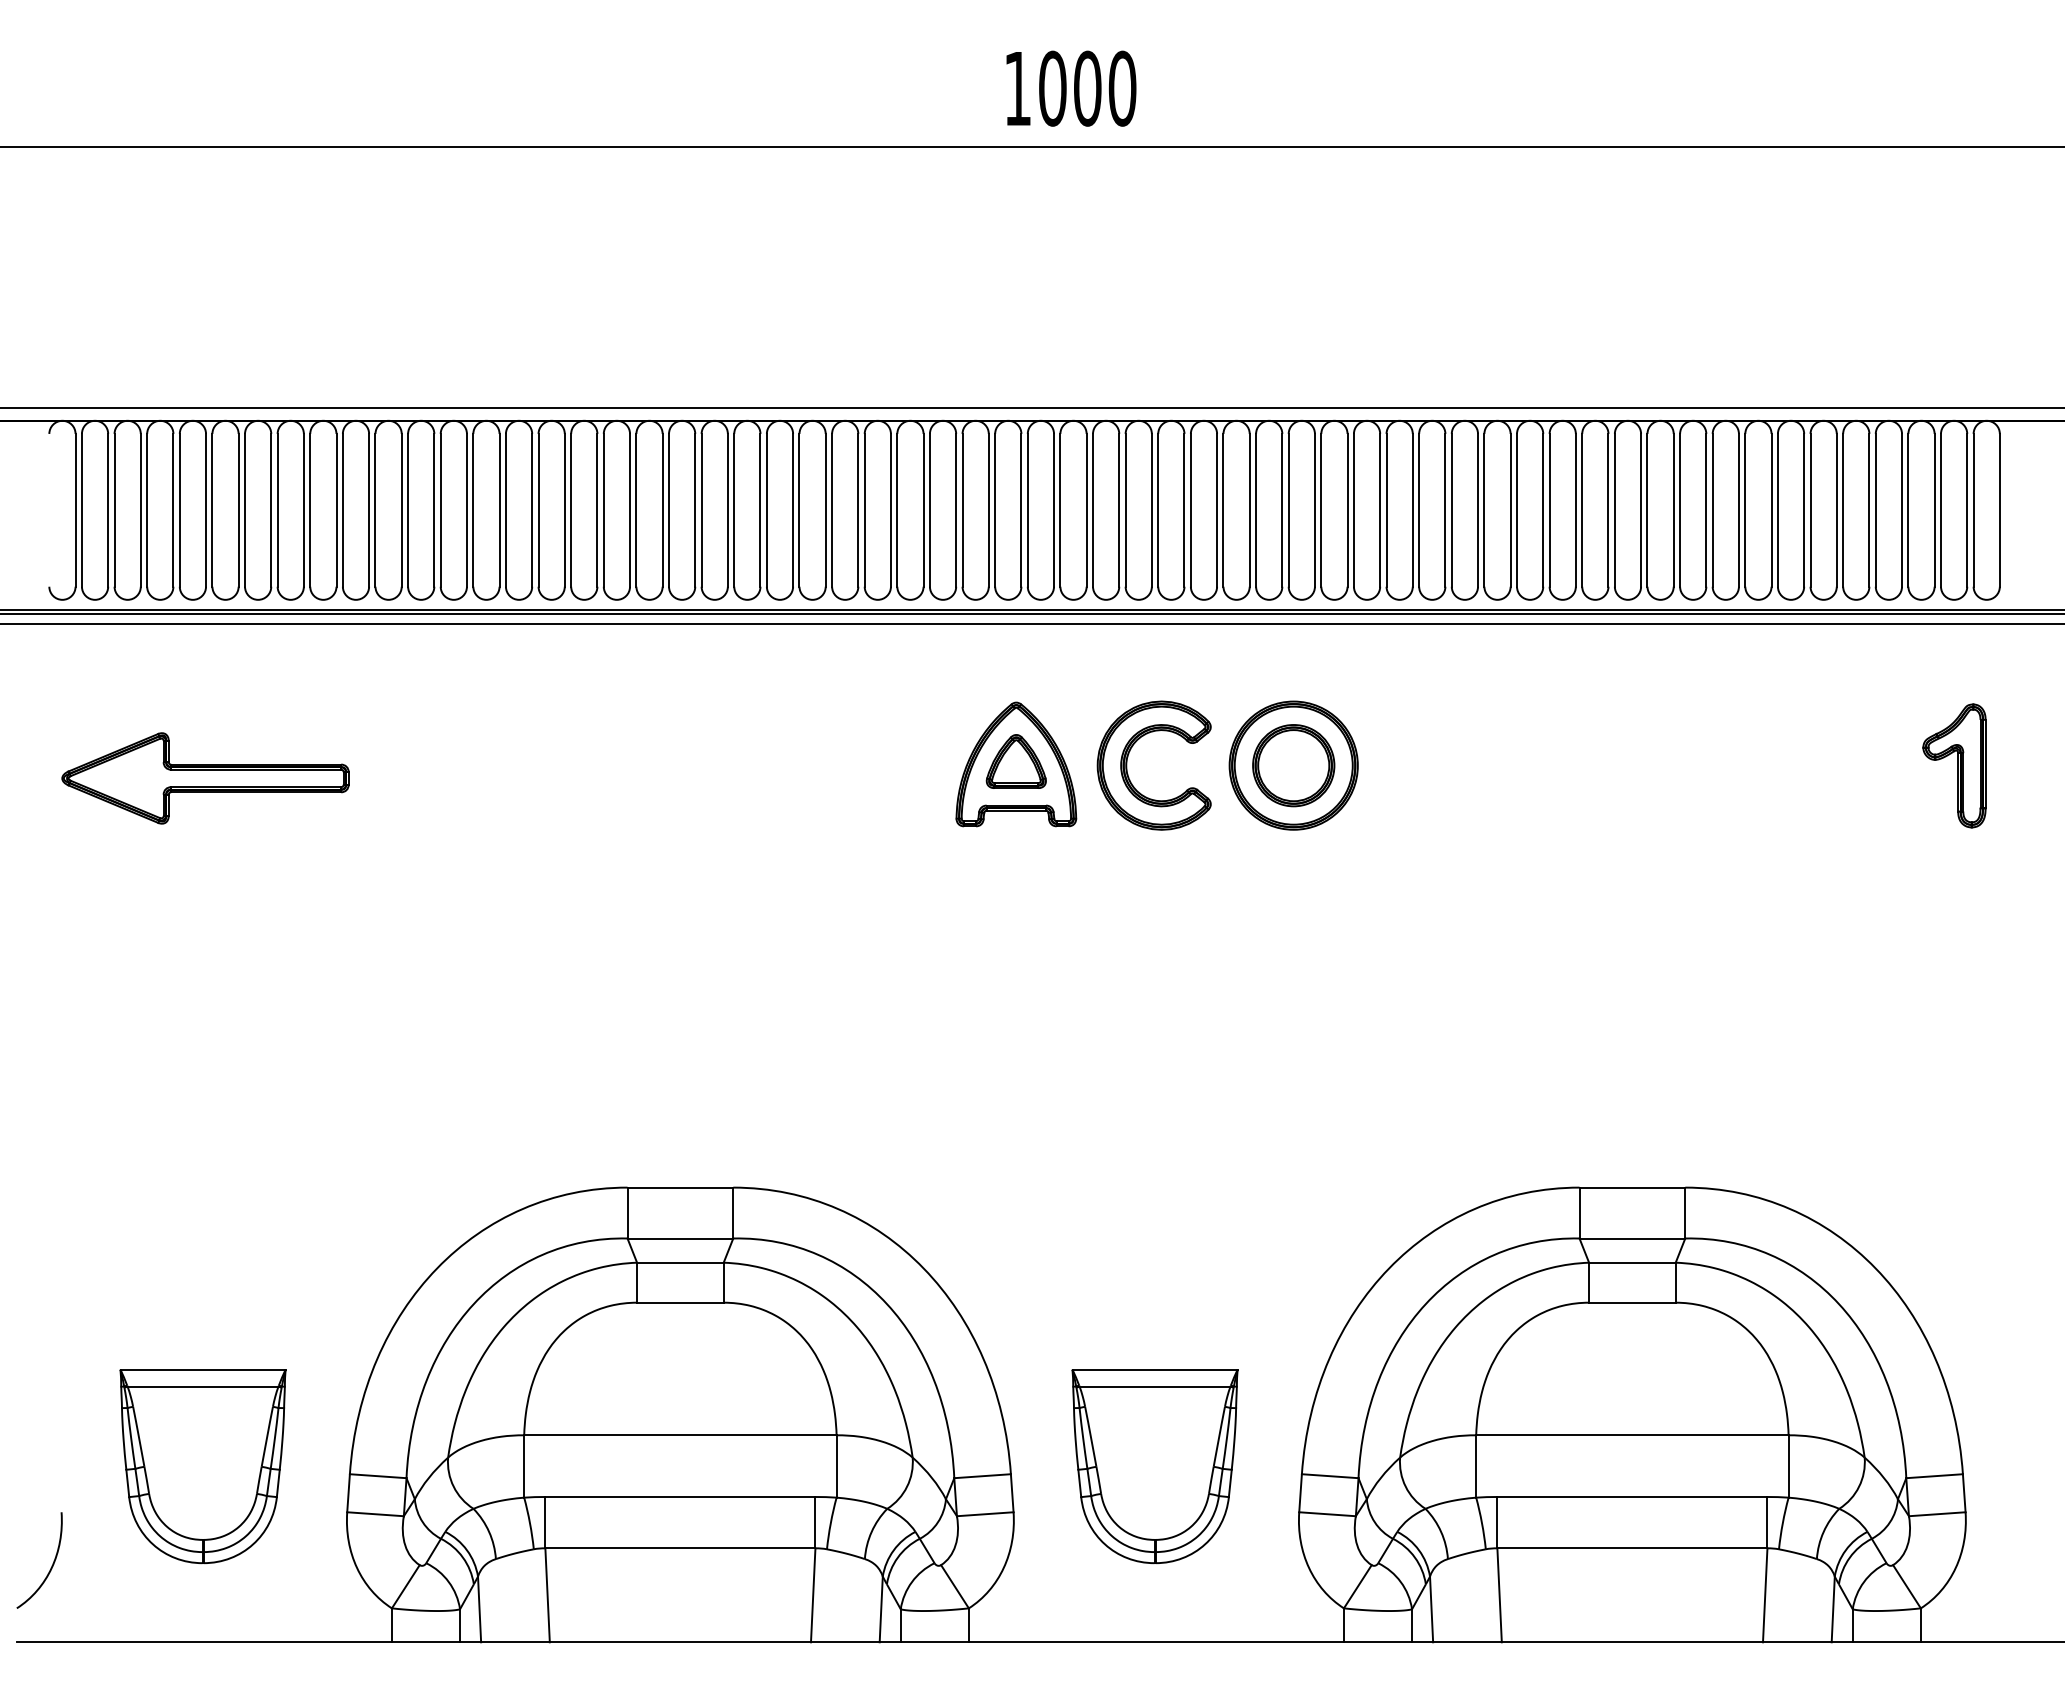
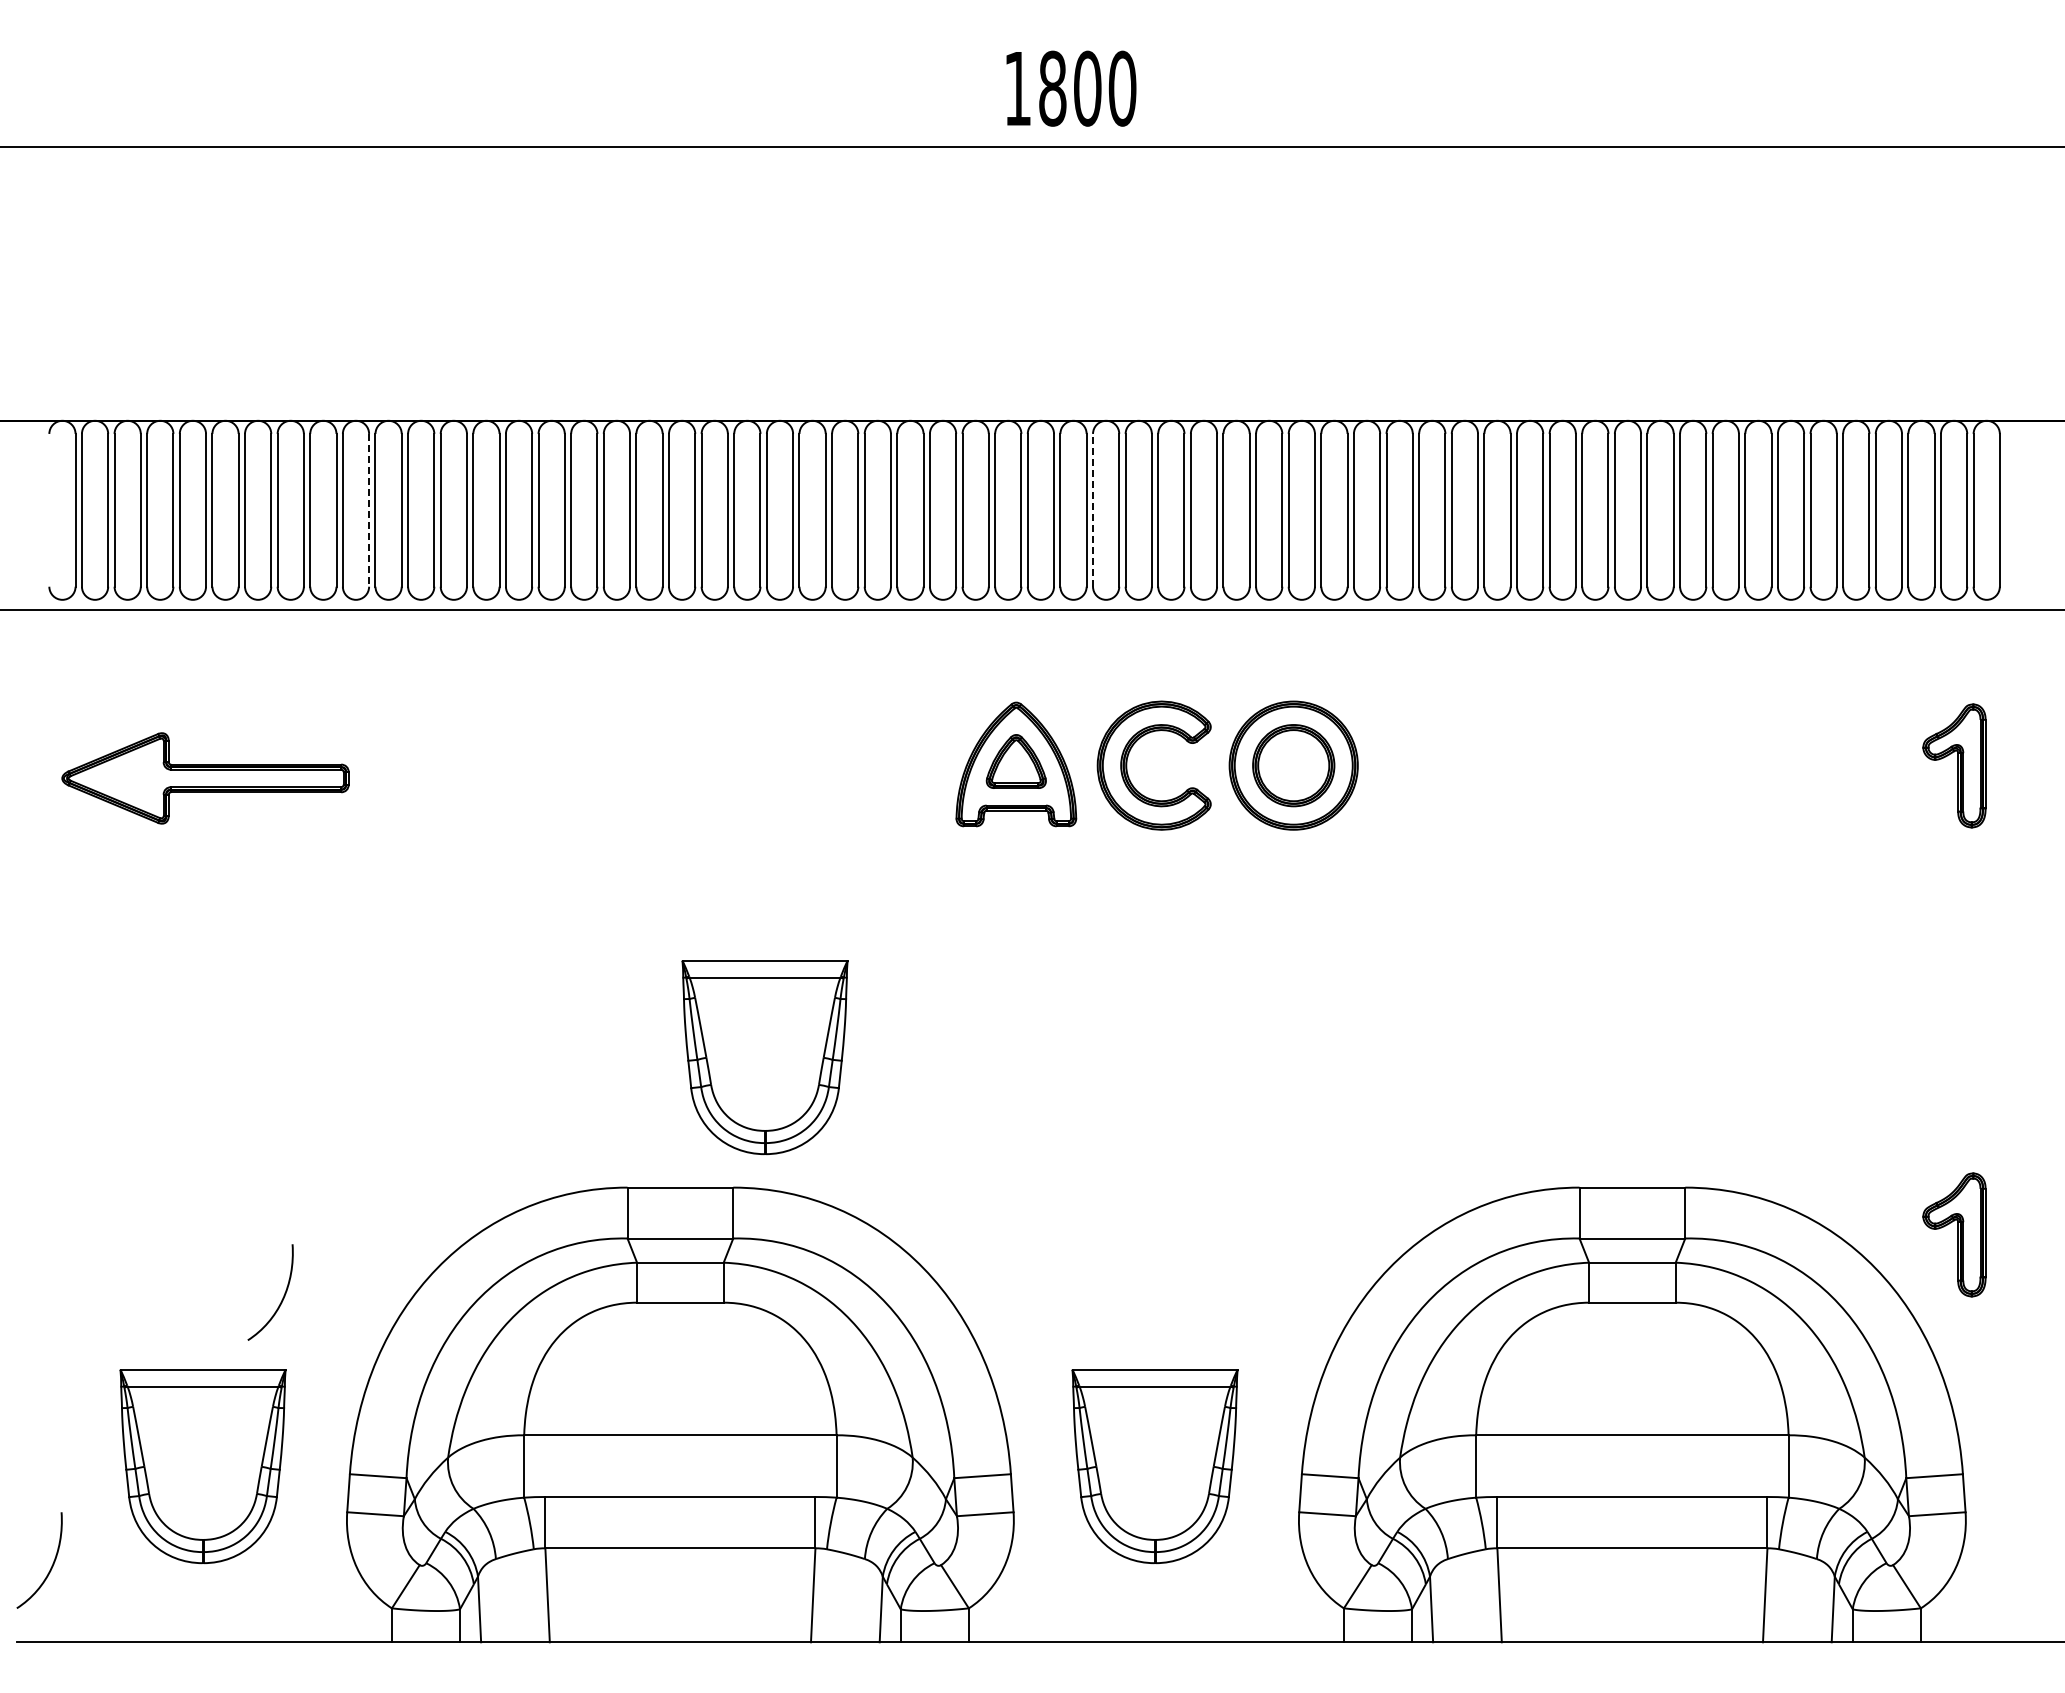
text at (1052, 88): 1000 -> 1800
line at (1031, 408): present -> none
line at (1093, 509): solid -> dashed
line at (369, 510): solid -> dashed
line at (1031, 613): present -> none
line at (1031, 623): present -> none
part at (764, 1057): none -> present
part at (1954, 1234): none -> present
curve at (282, 1297): none -> present
